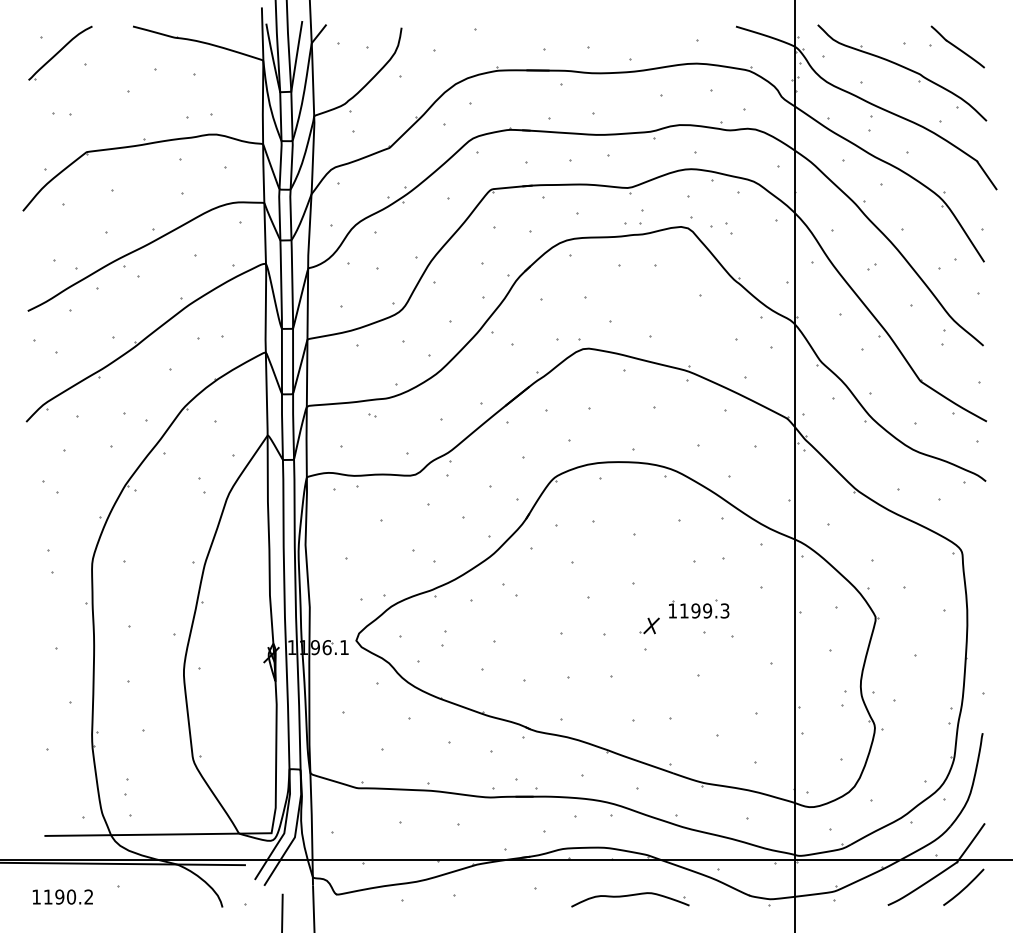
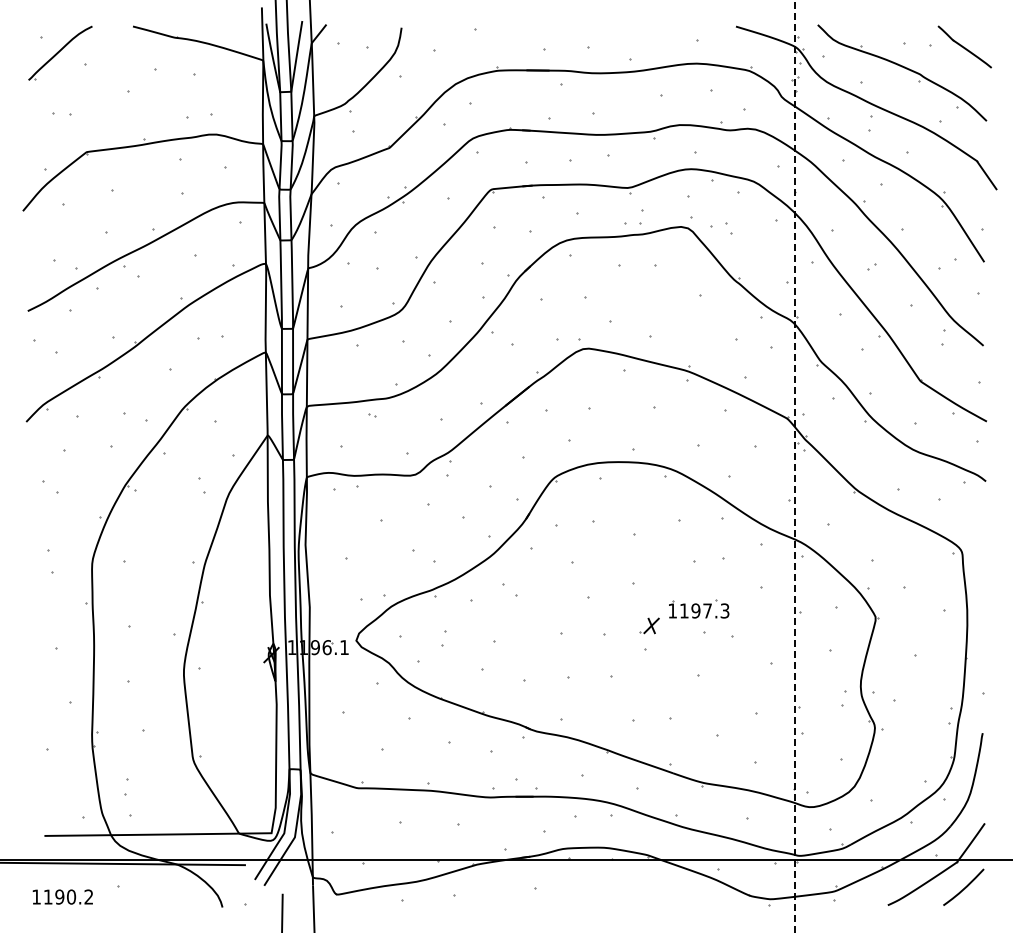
part at (957, 46) position: (957, 46) -> (964, 46)
line at (795, 466): solid -> dashed
text at (707, 610): 1199.3 -> 1197.3
part at (630, 899): present -> none
